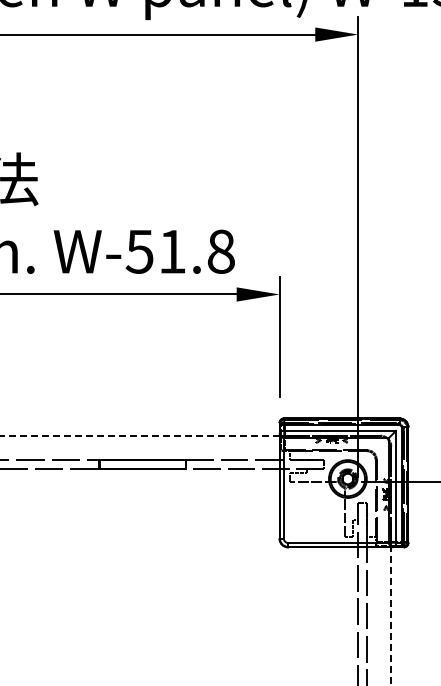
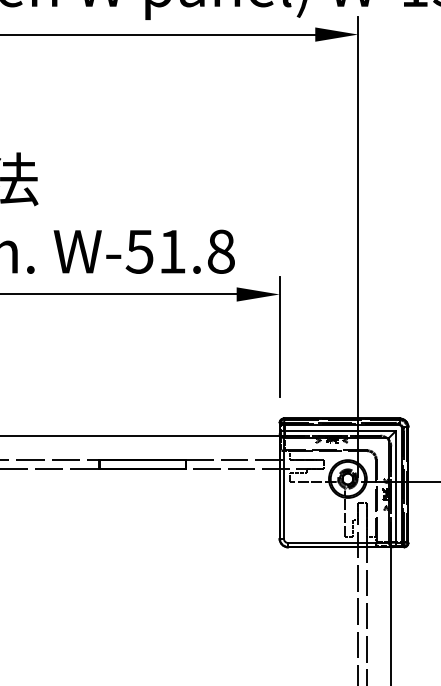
line at (139, 436): dashed -> solid
line at (390, 616): dashed -> solid
